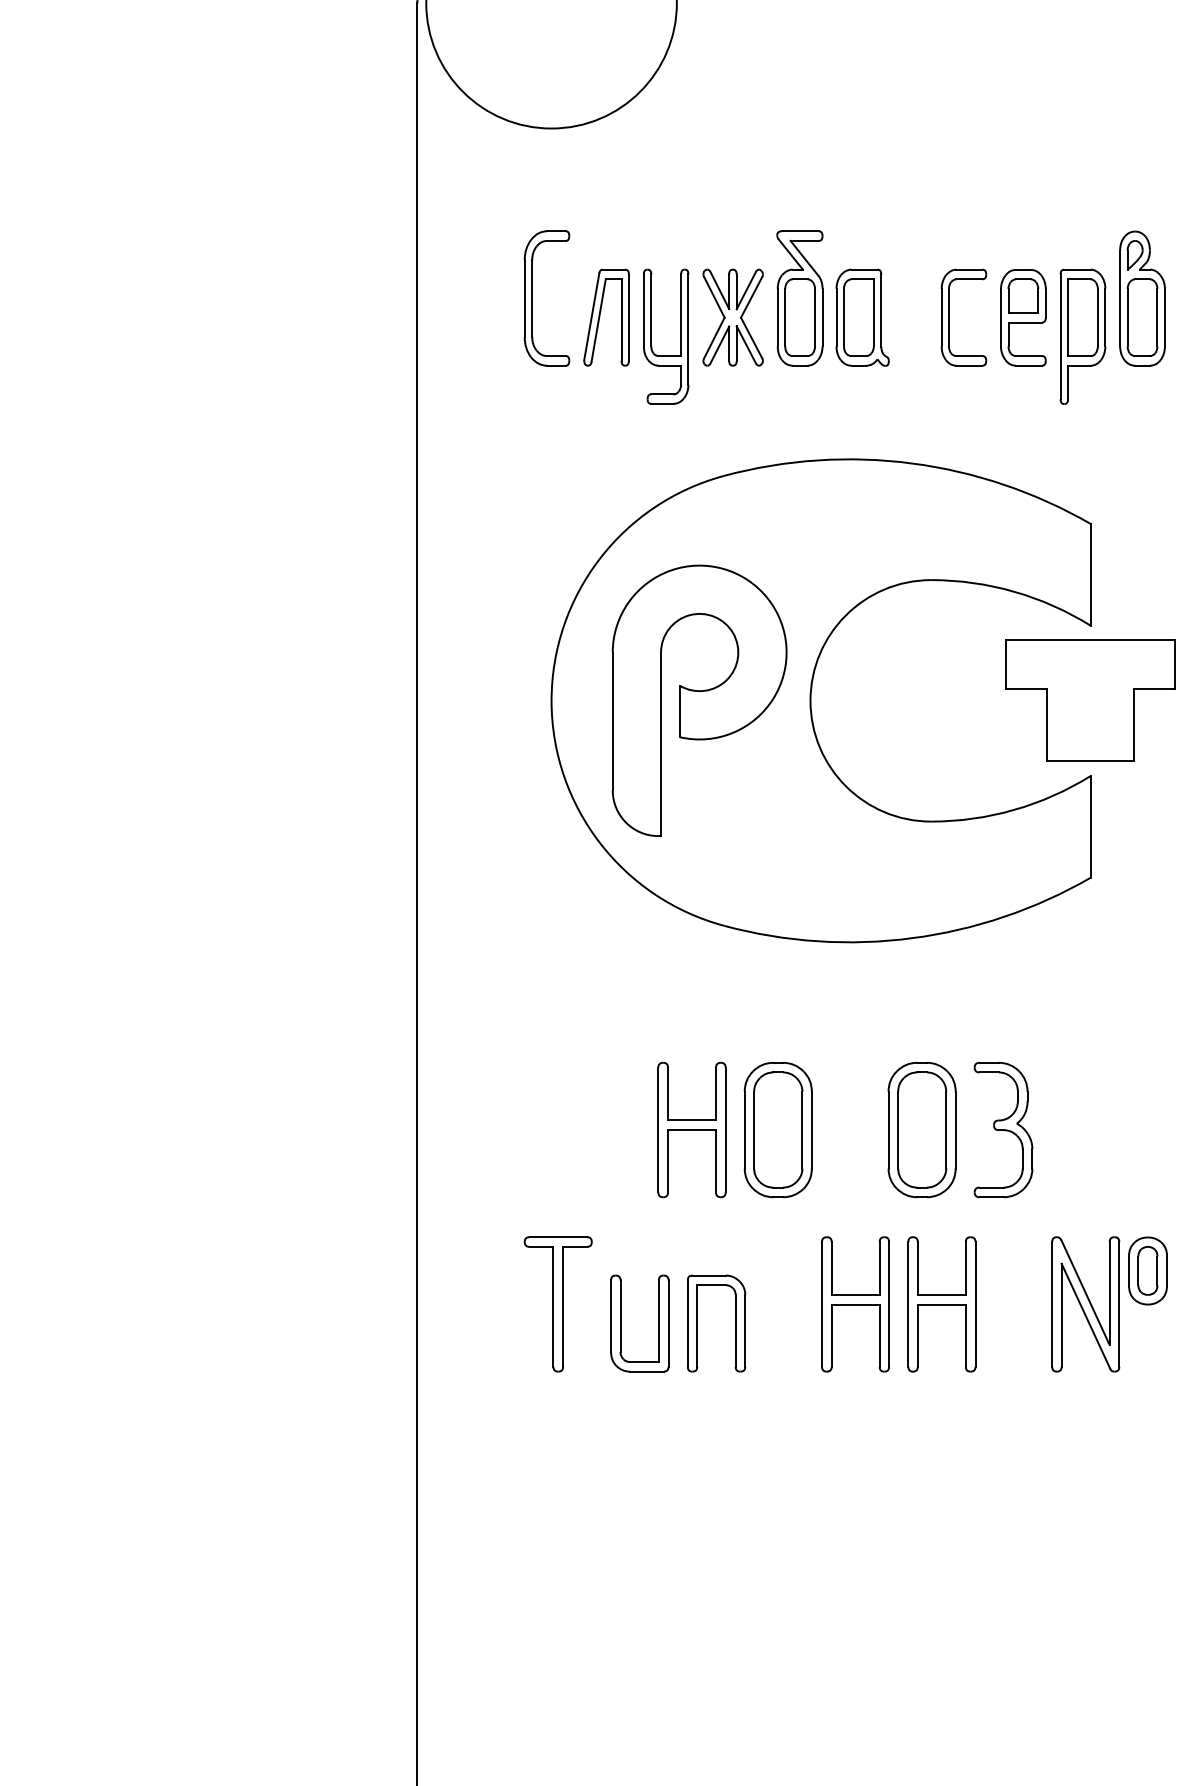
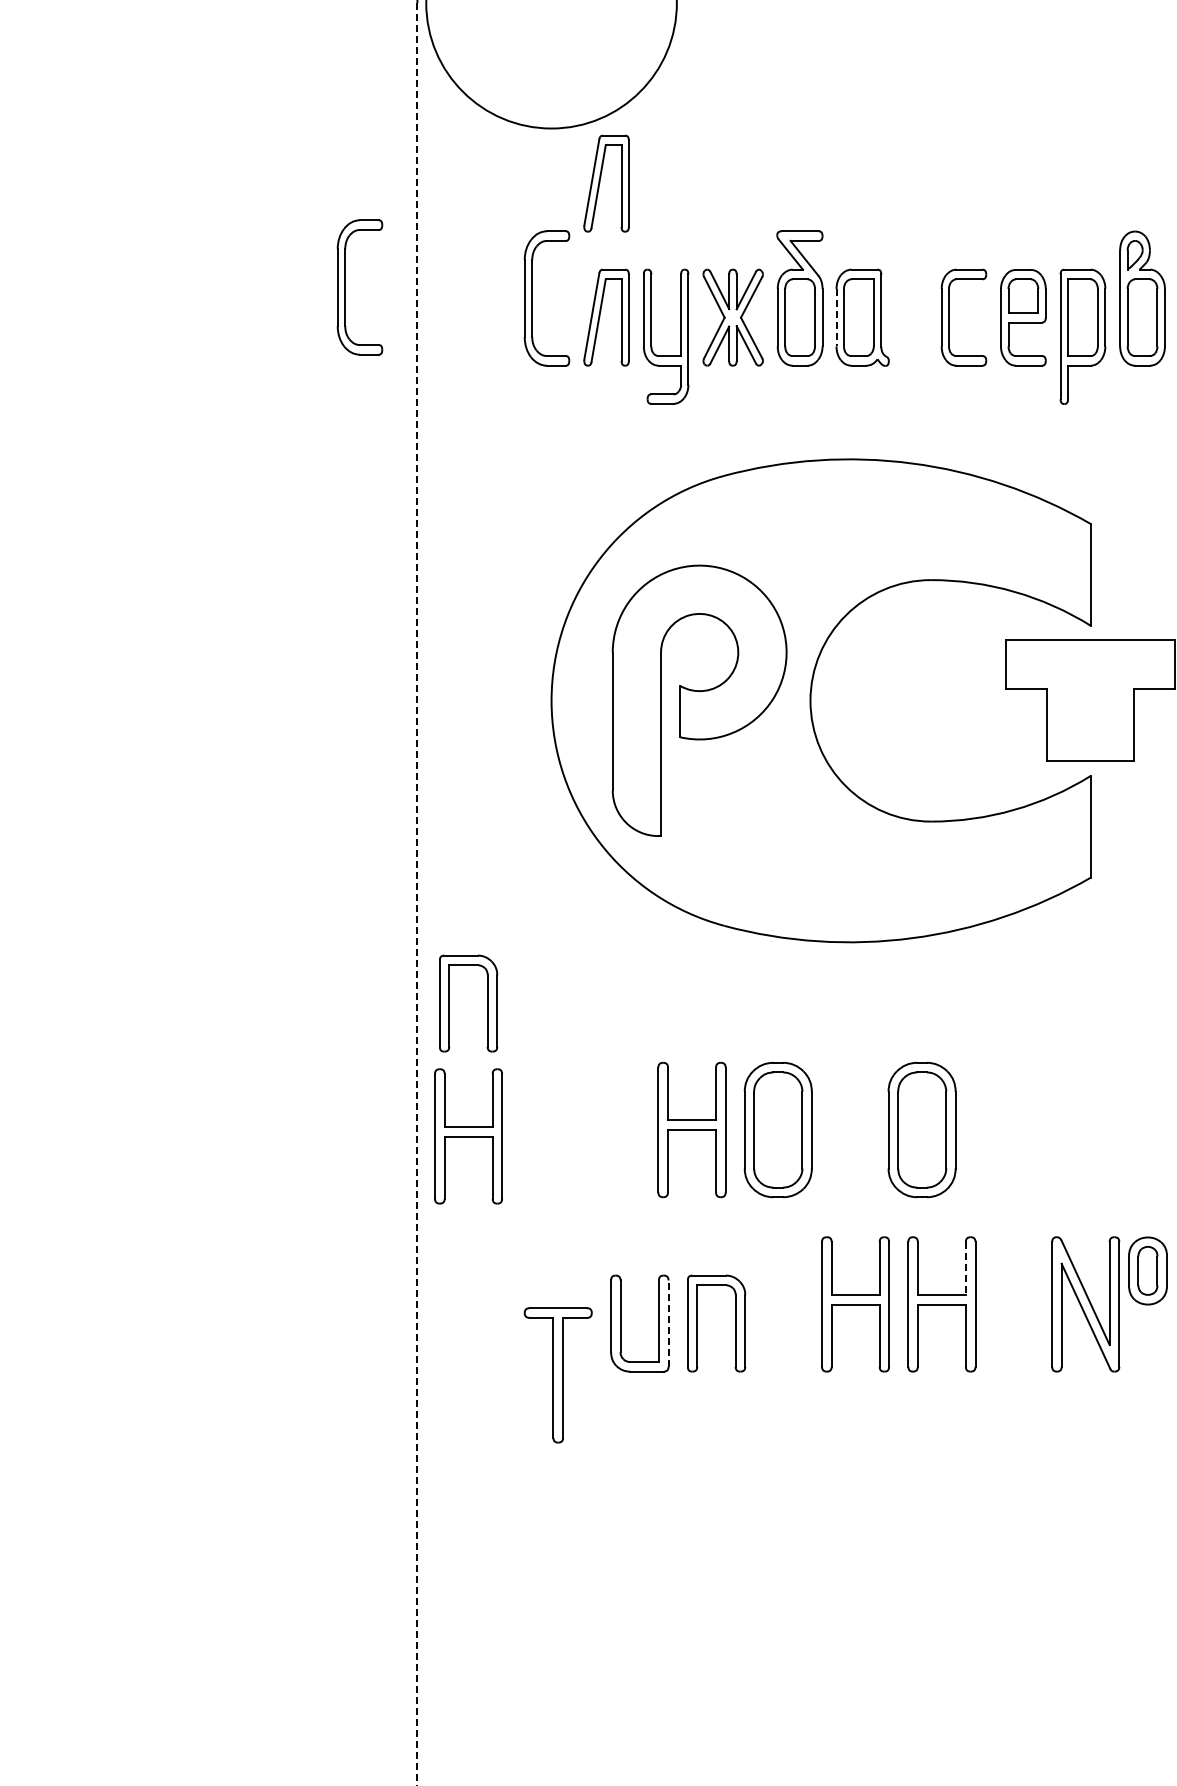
part at (606, 183): none -> present
part at (345, 287): none -> present
line at (836, 317): solid -> dashed
line at (417, 894): solid -> dashed
part at (449, 1003): none -> present
part at (1003, 1129): present -> none
part at (468, 1136): none -> present
line at (965, 1268): solid -> dashed
part at (557, 1304) position: (557, 1304) -> (557, 1375)
line at (668, 1323): solid -> dashed
